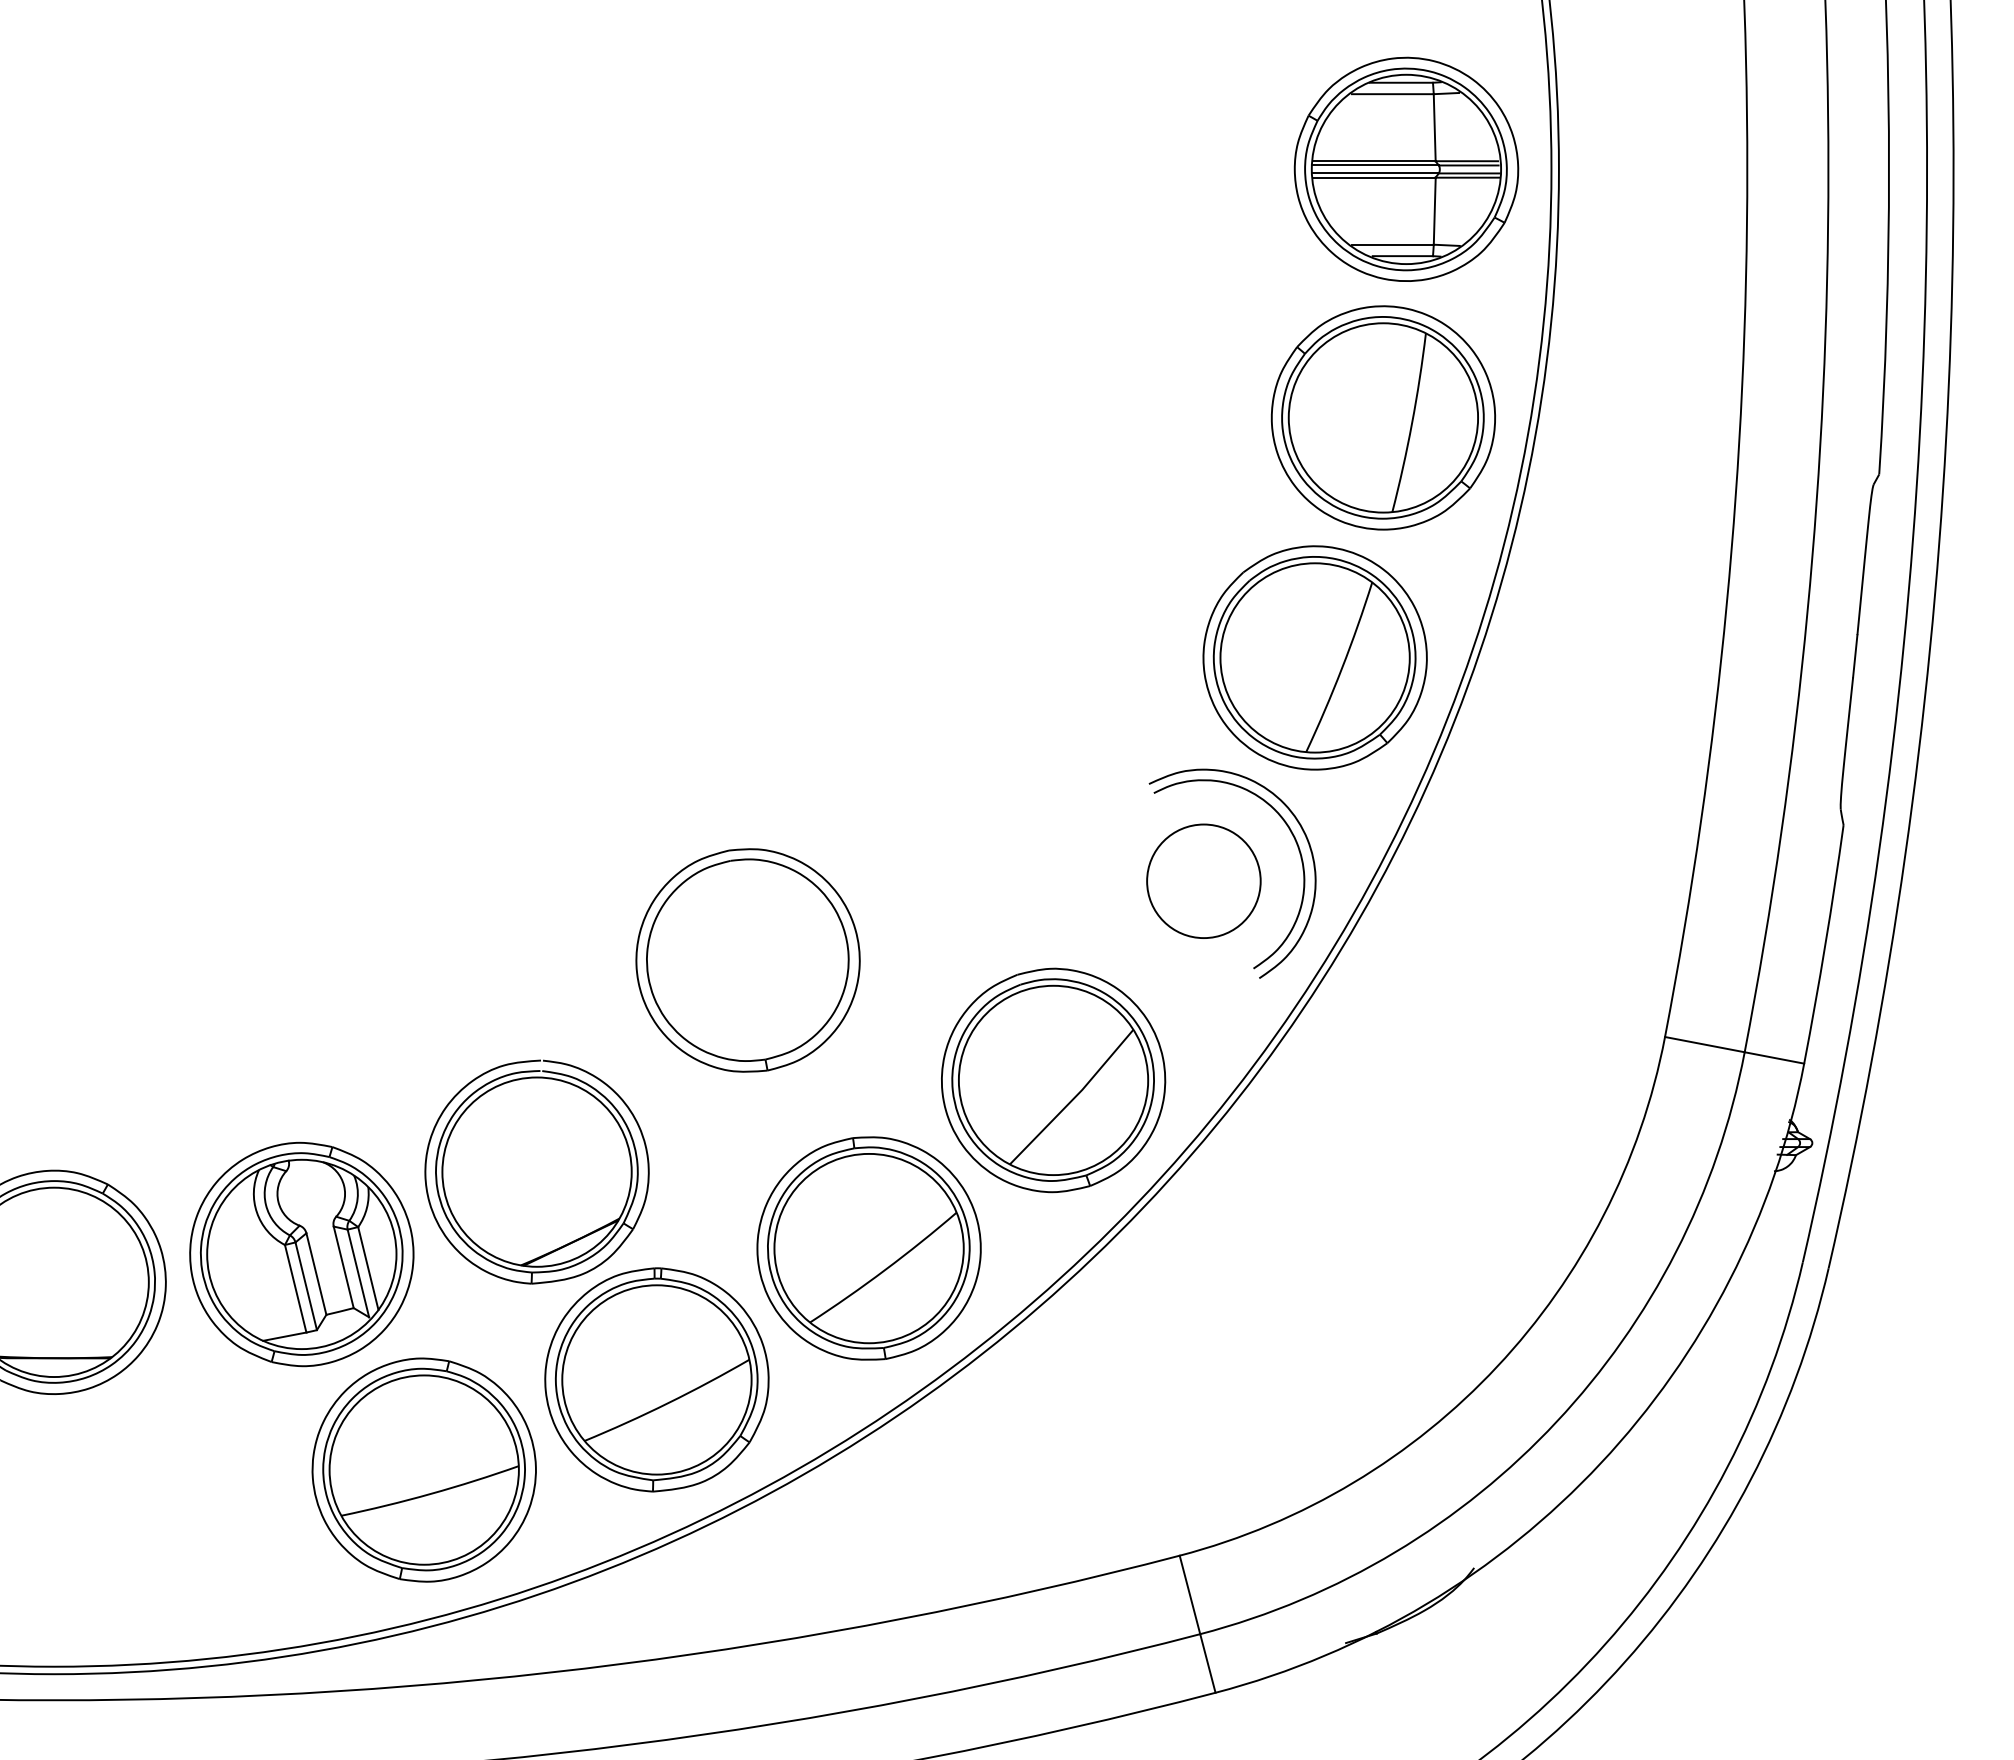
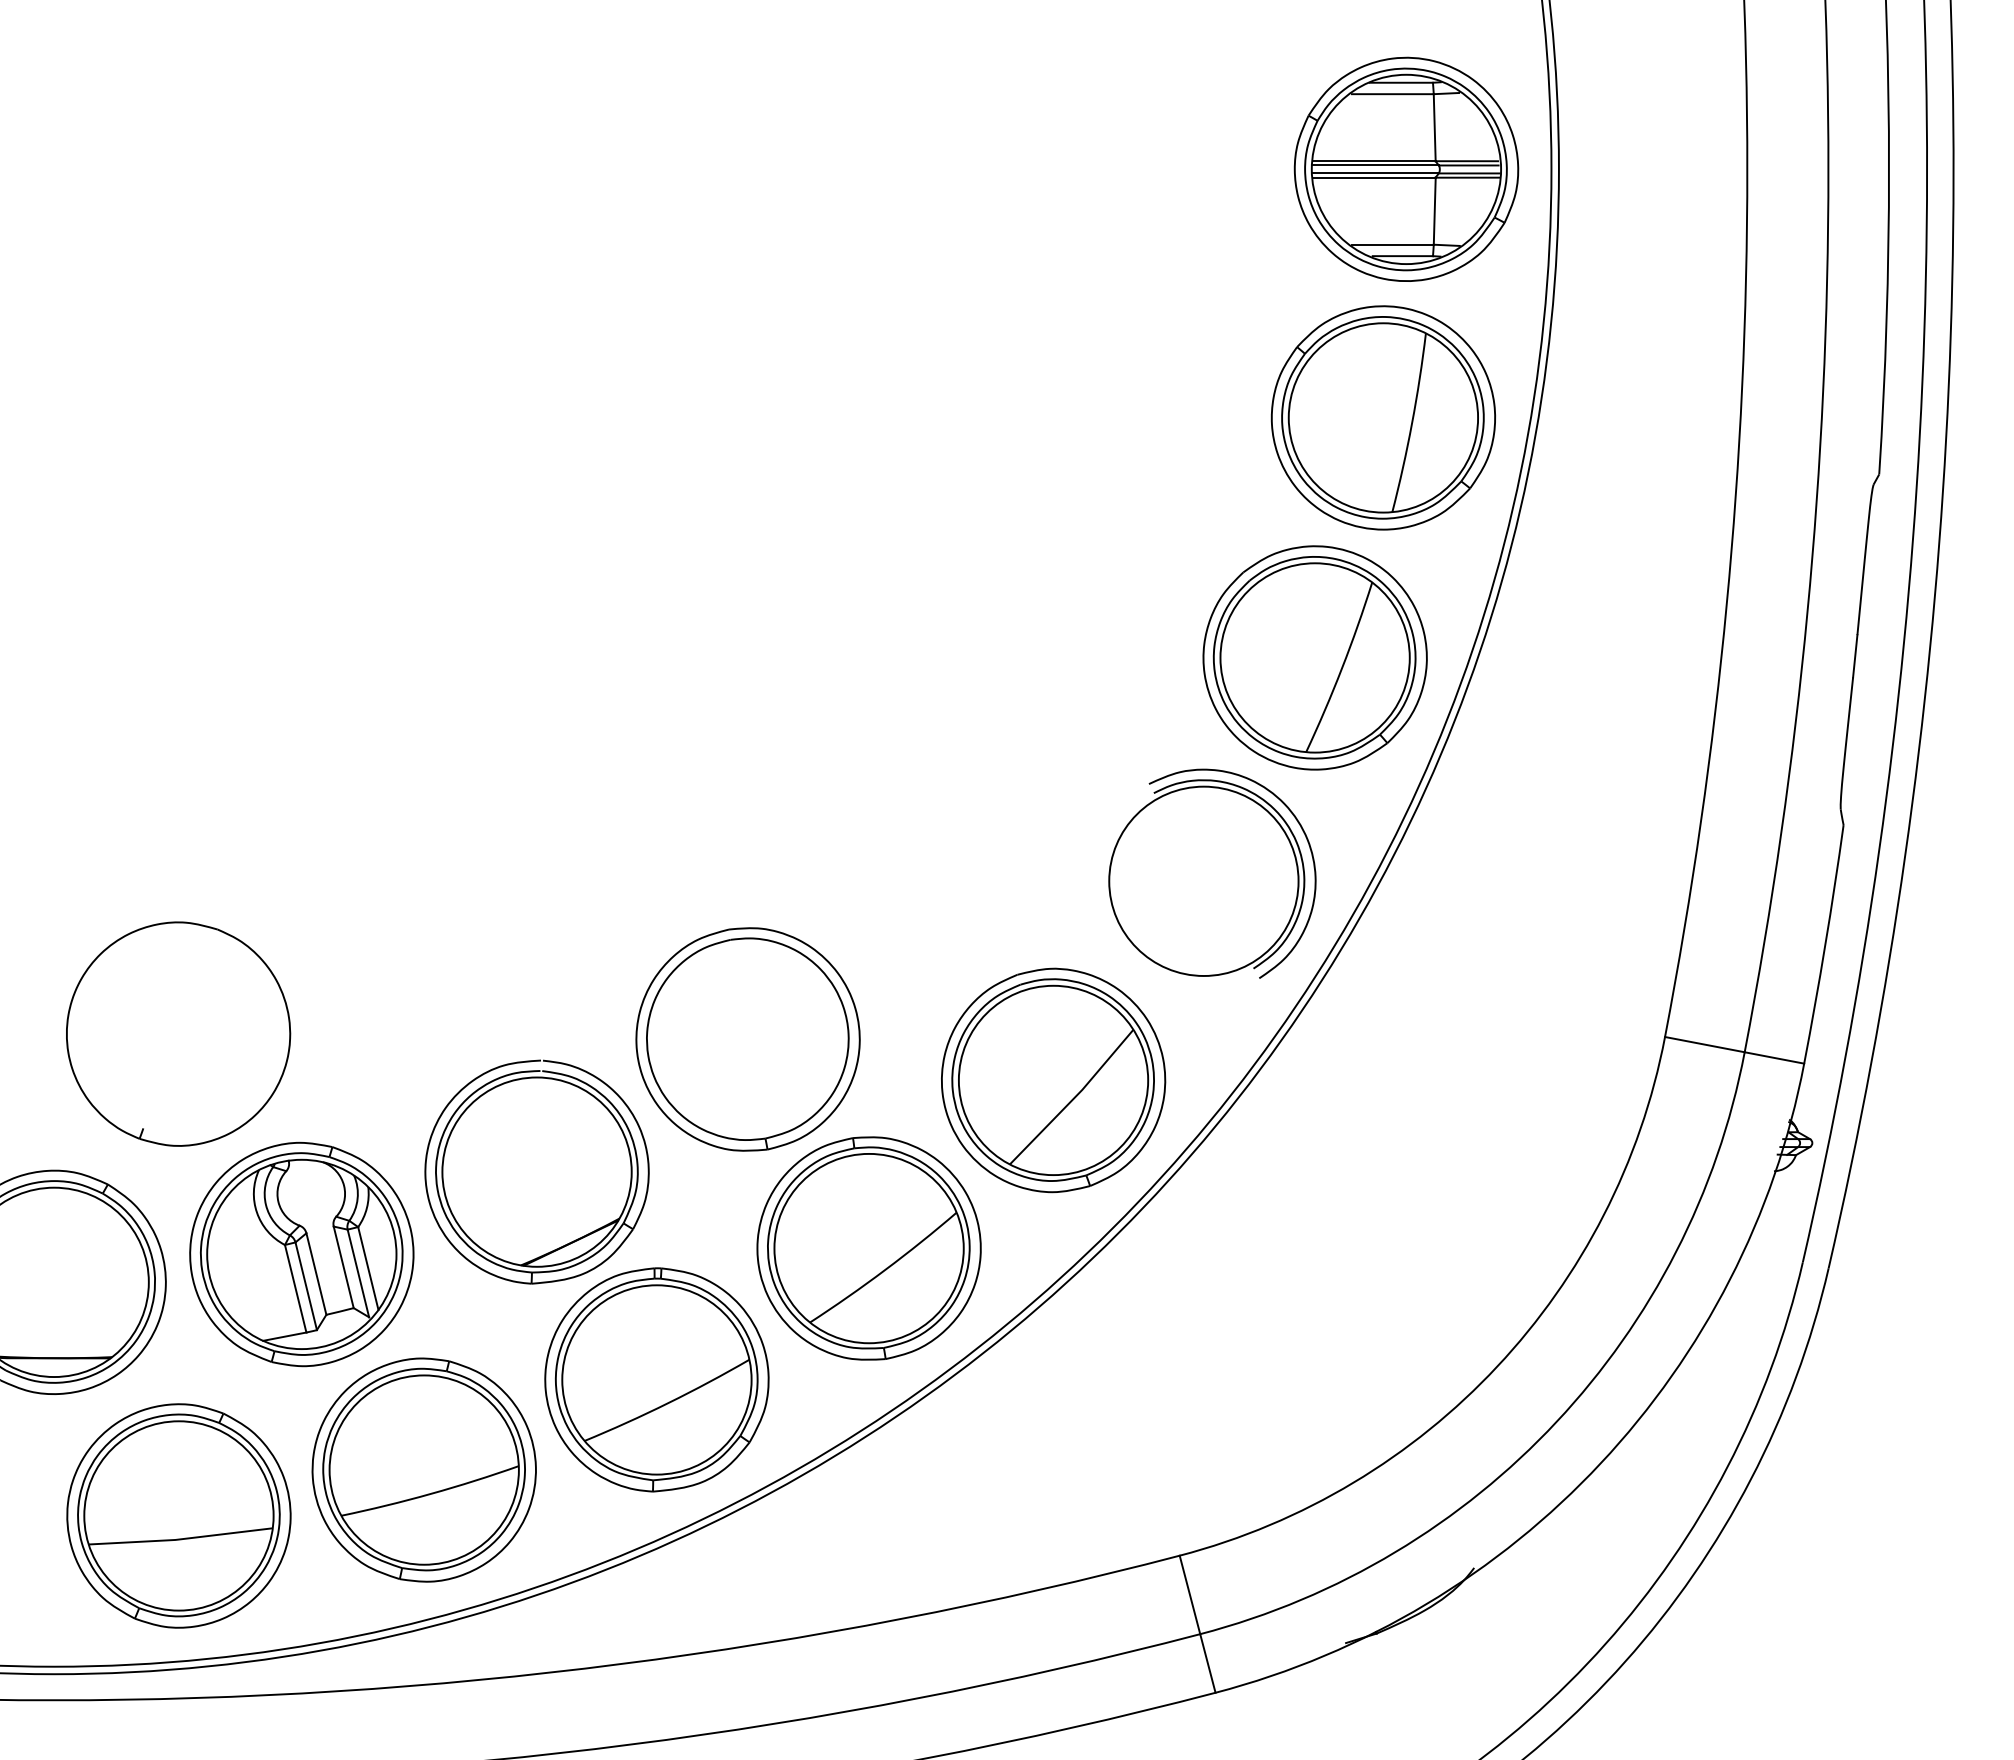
circle at (1203, 881) diameter: 114 px -> 189 px
part at (747, 960) position: (747, 960) -> (747, 1039)
part at (178, 1033): none -> present
part at (178, 1515): none -> present
